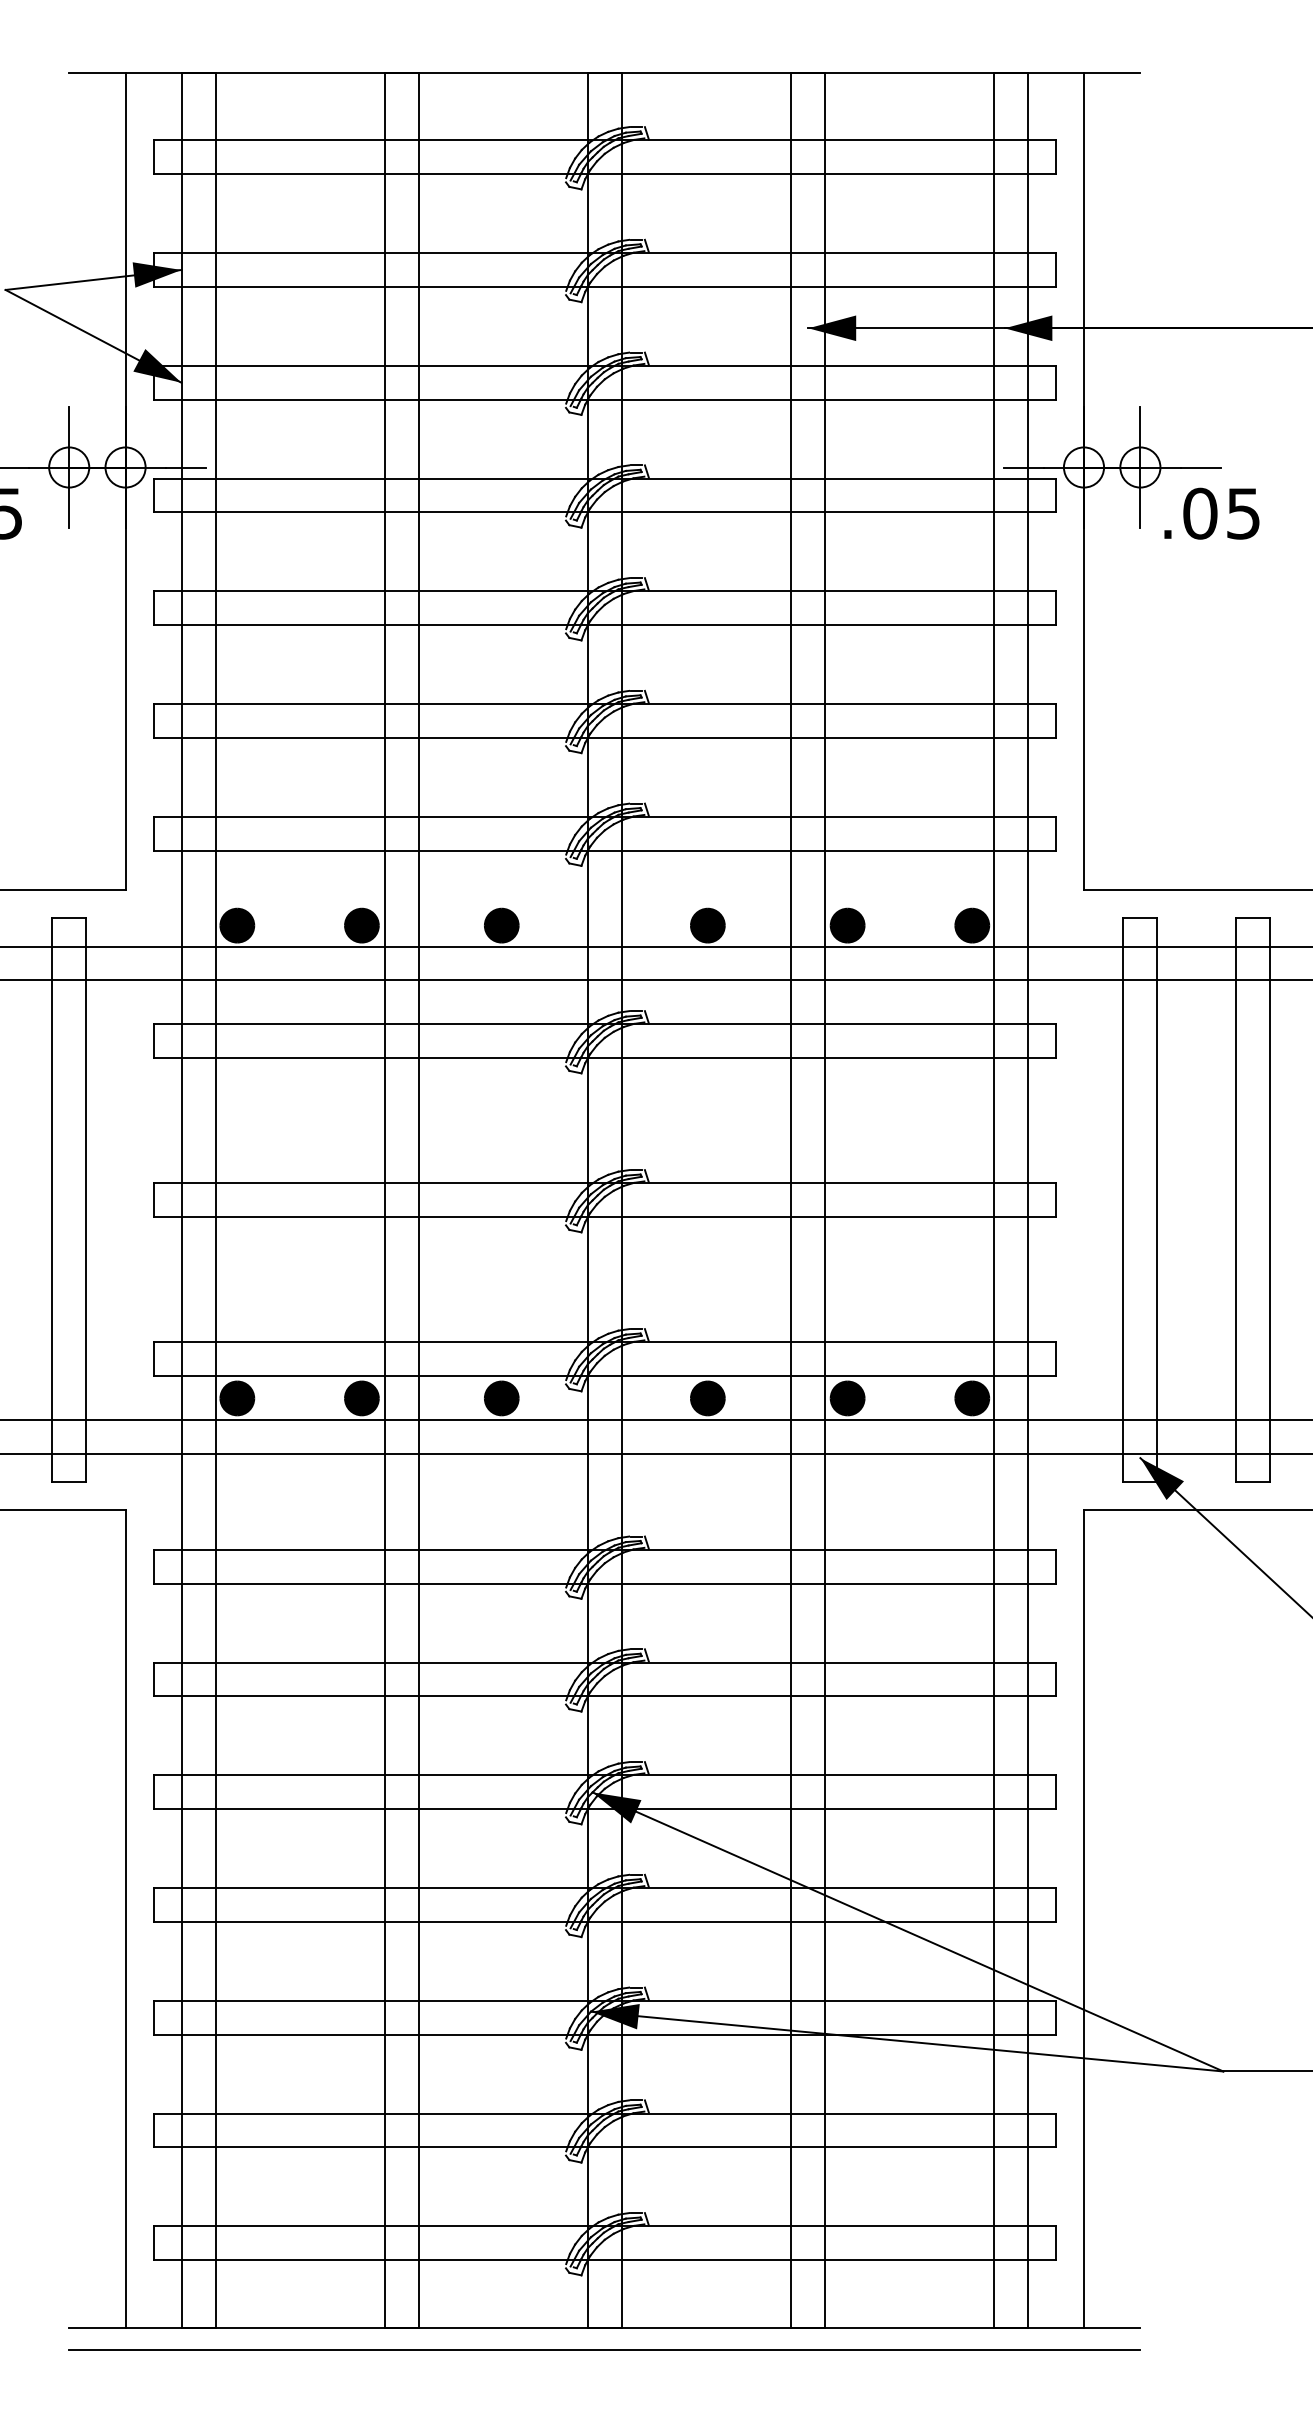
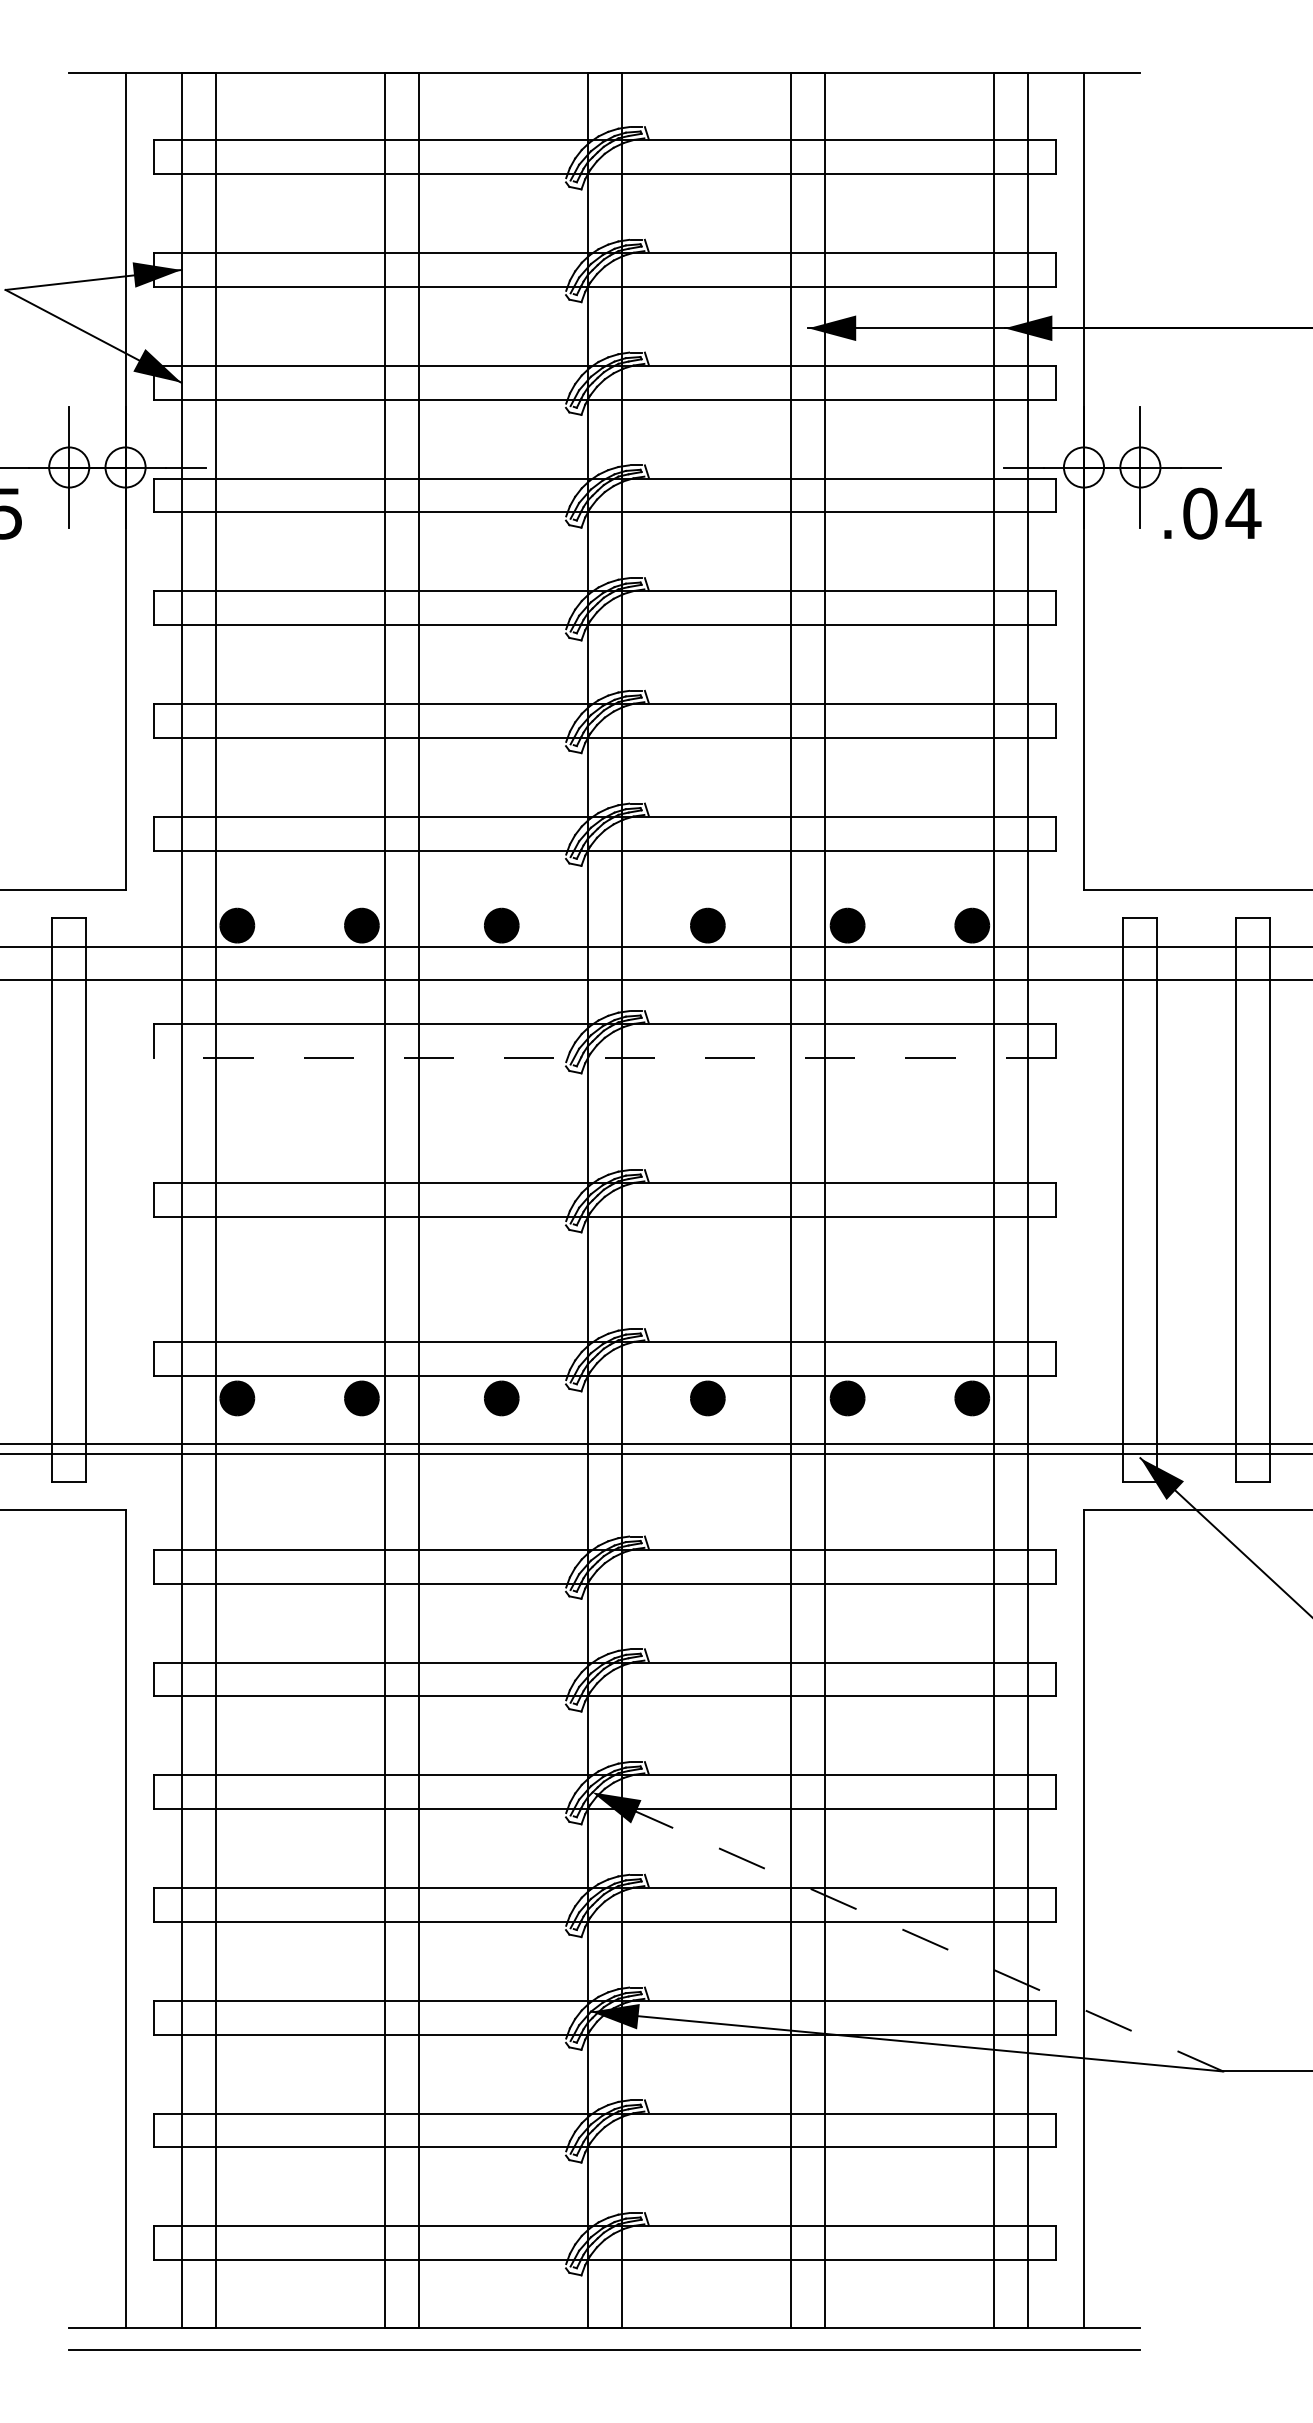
text at (1243, 513): .05 -> .04
line at (604, 1058): solid -> dashed
line at (655, 1420) position: (655, 1420) -> (655, 1444)
line at (907, 1931): solid -> dashed
